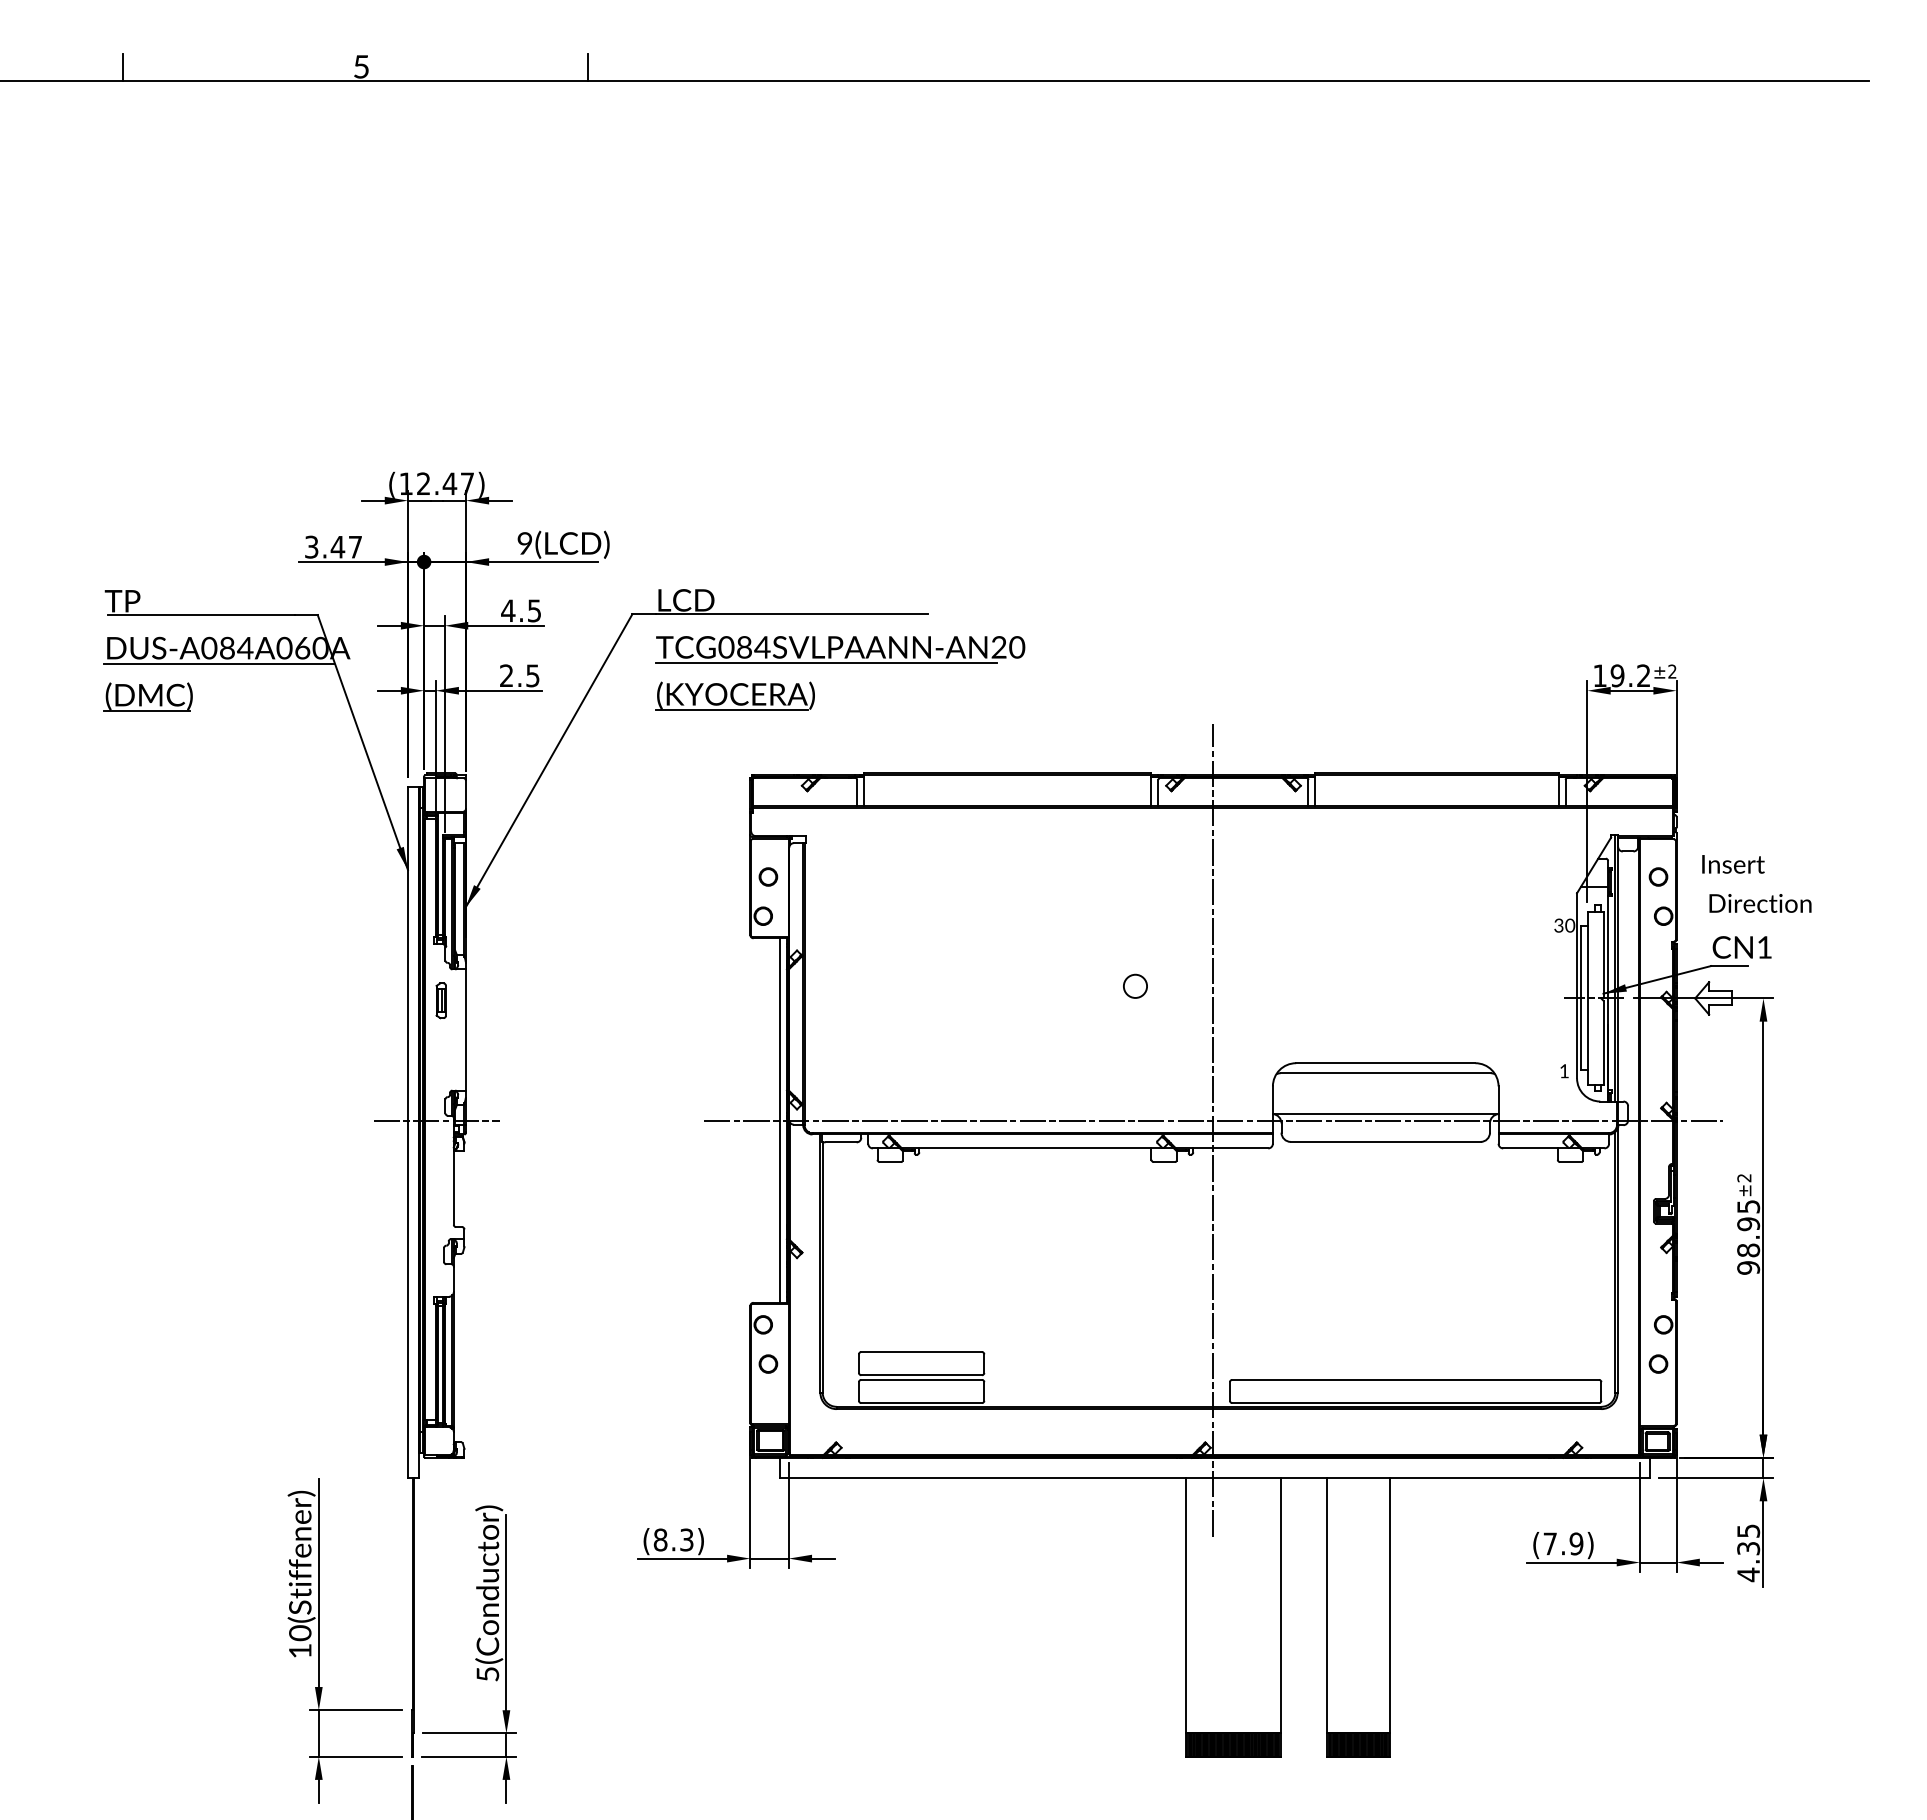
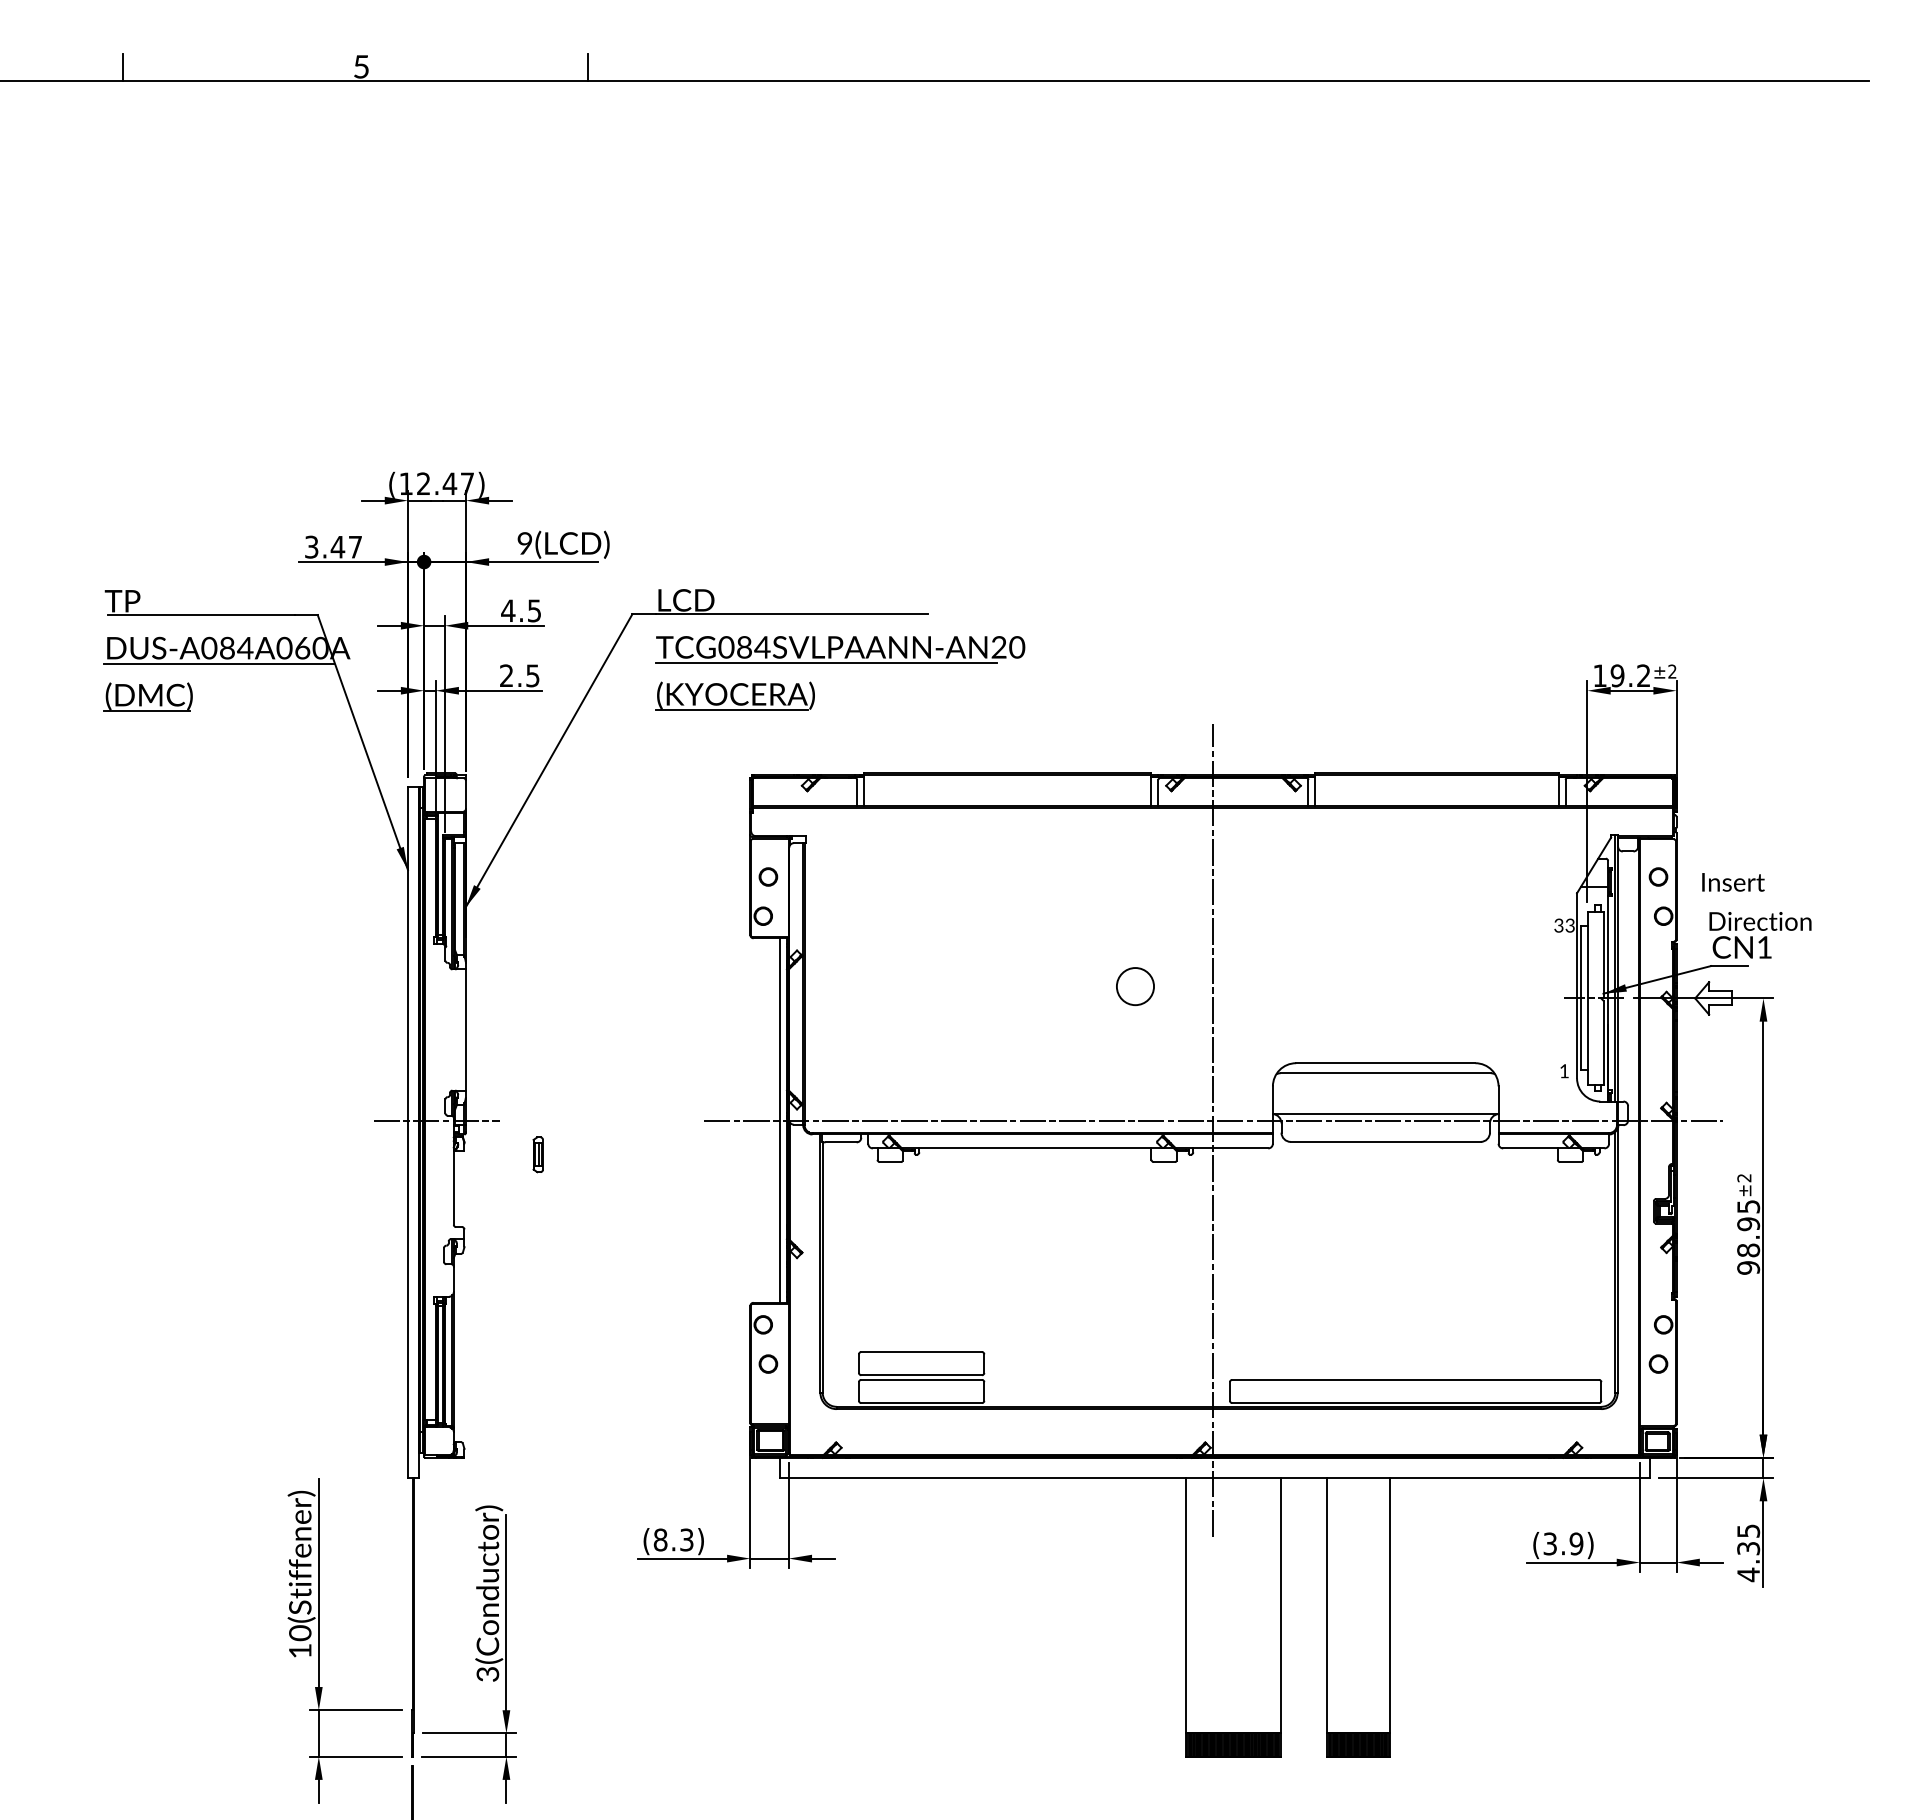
text at (1756, 883) position: (1756, 883) -> (1756, 901)
text at (1570, 925): 30 -> 33
circle at (1135, 985) size: 25x26 px -> 39x40 px
part at (440, 1000) position: (440, 1000) -> (537, 1154)
text at (1549, 1543): (7.9) -> (3.9)
text at (487, 1674): 5(Conductor) -> 3(Conductor)
